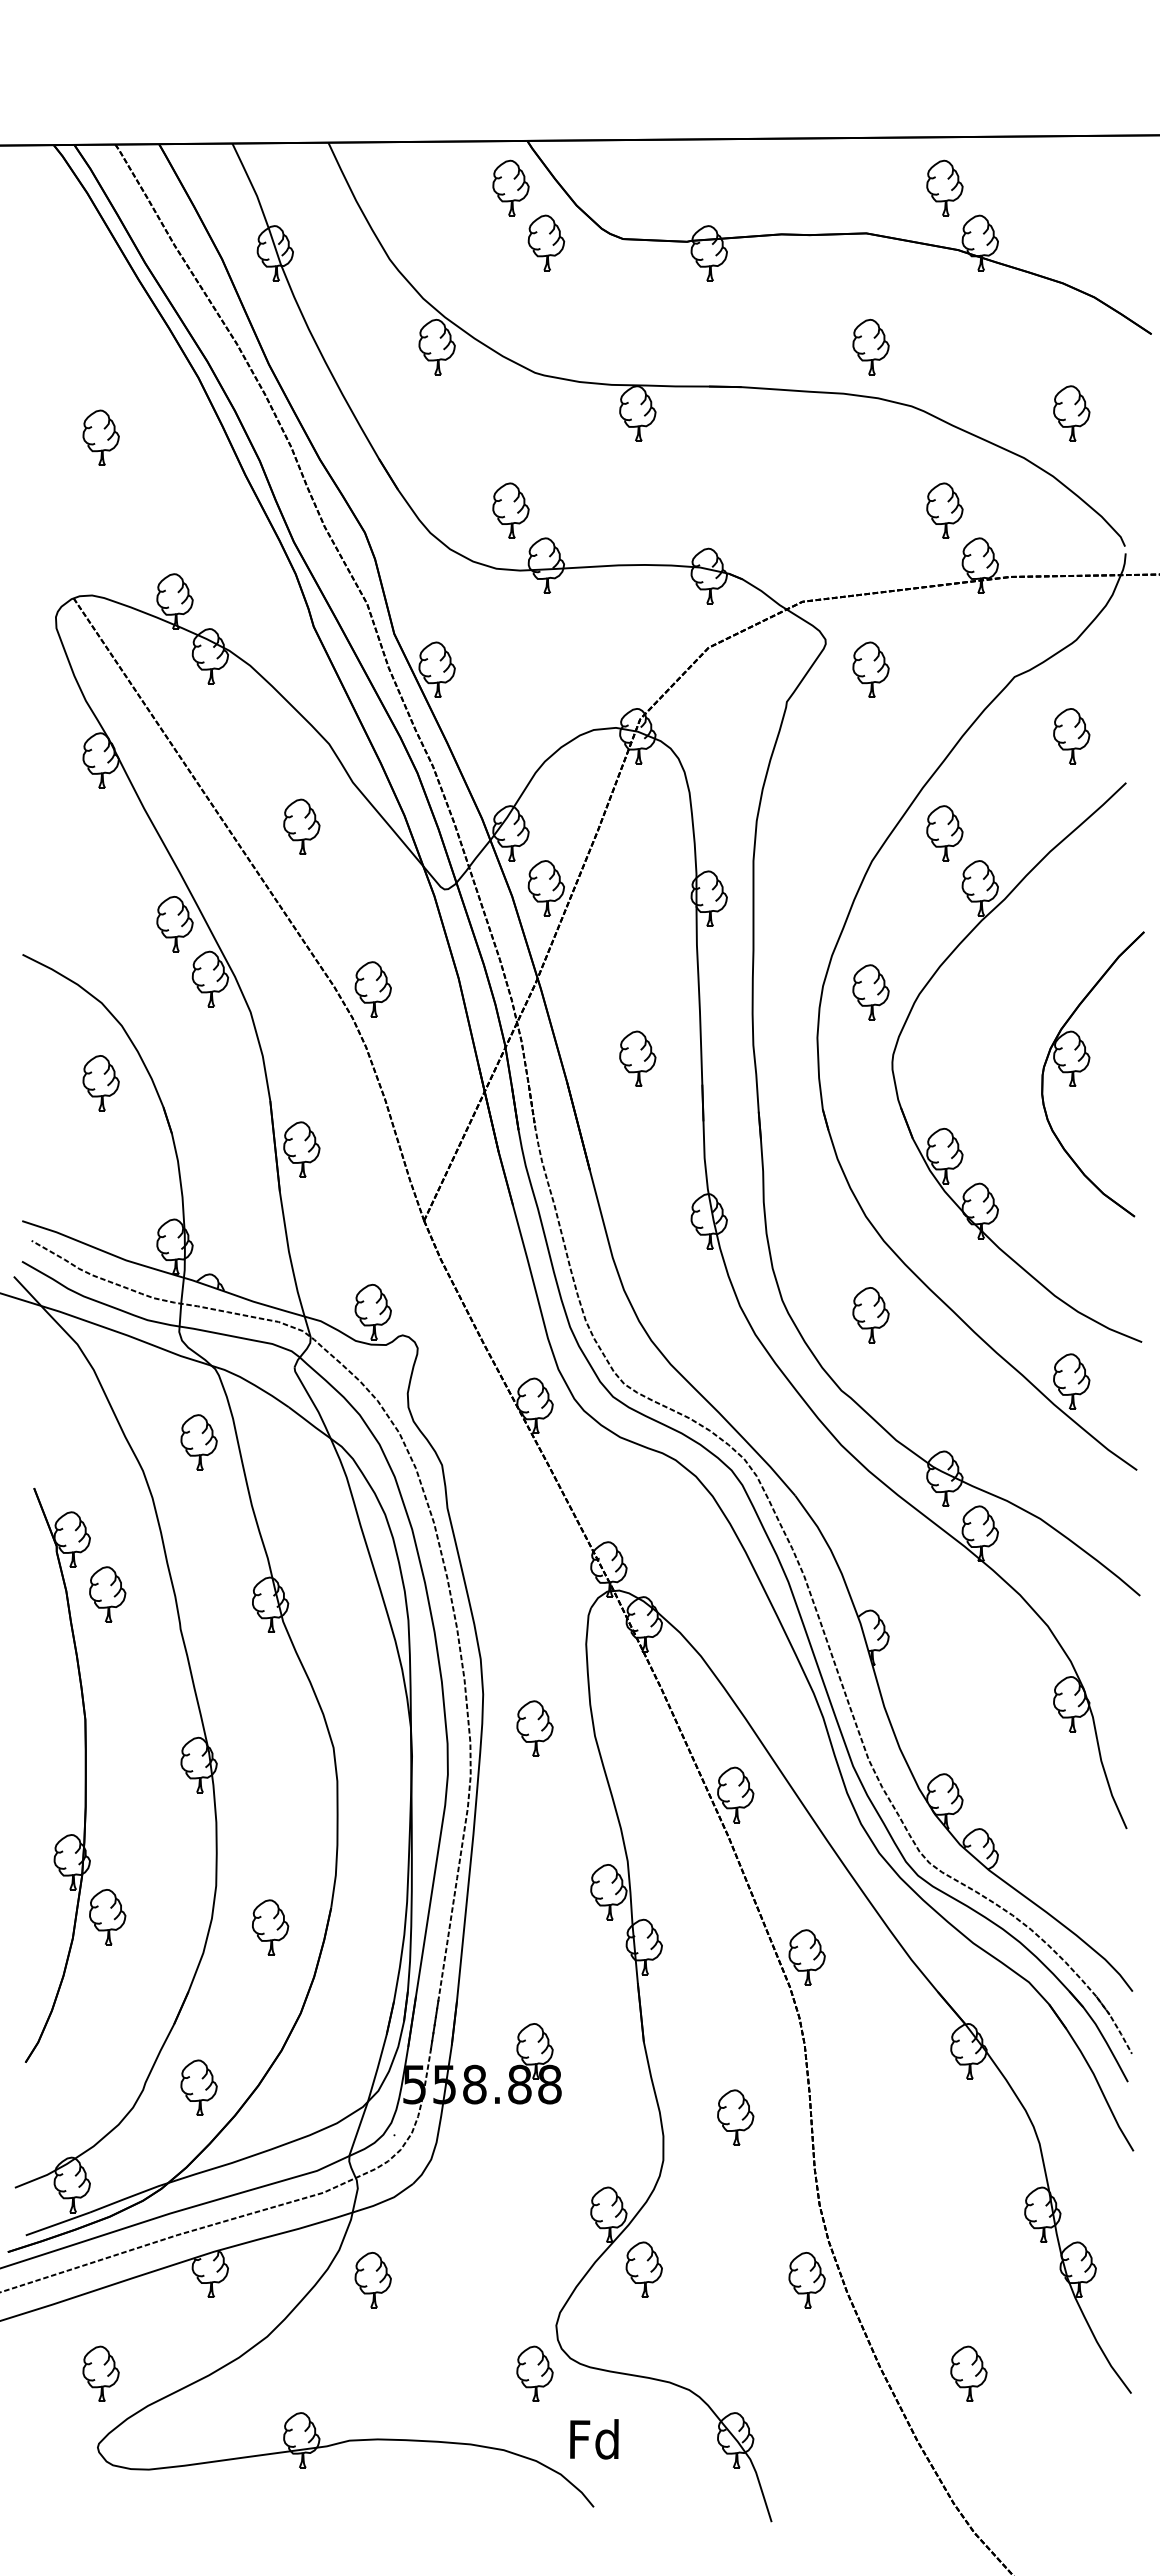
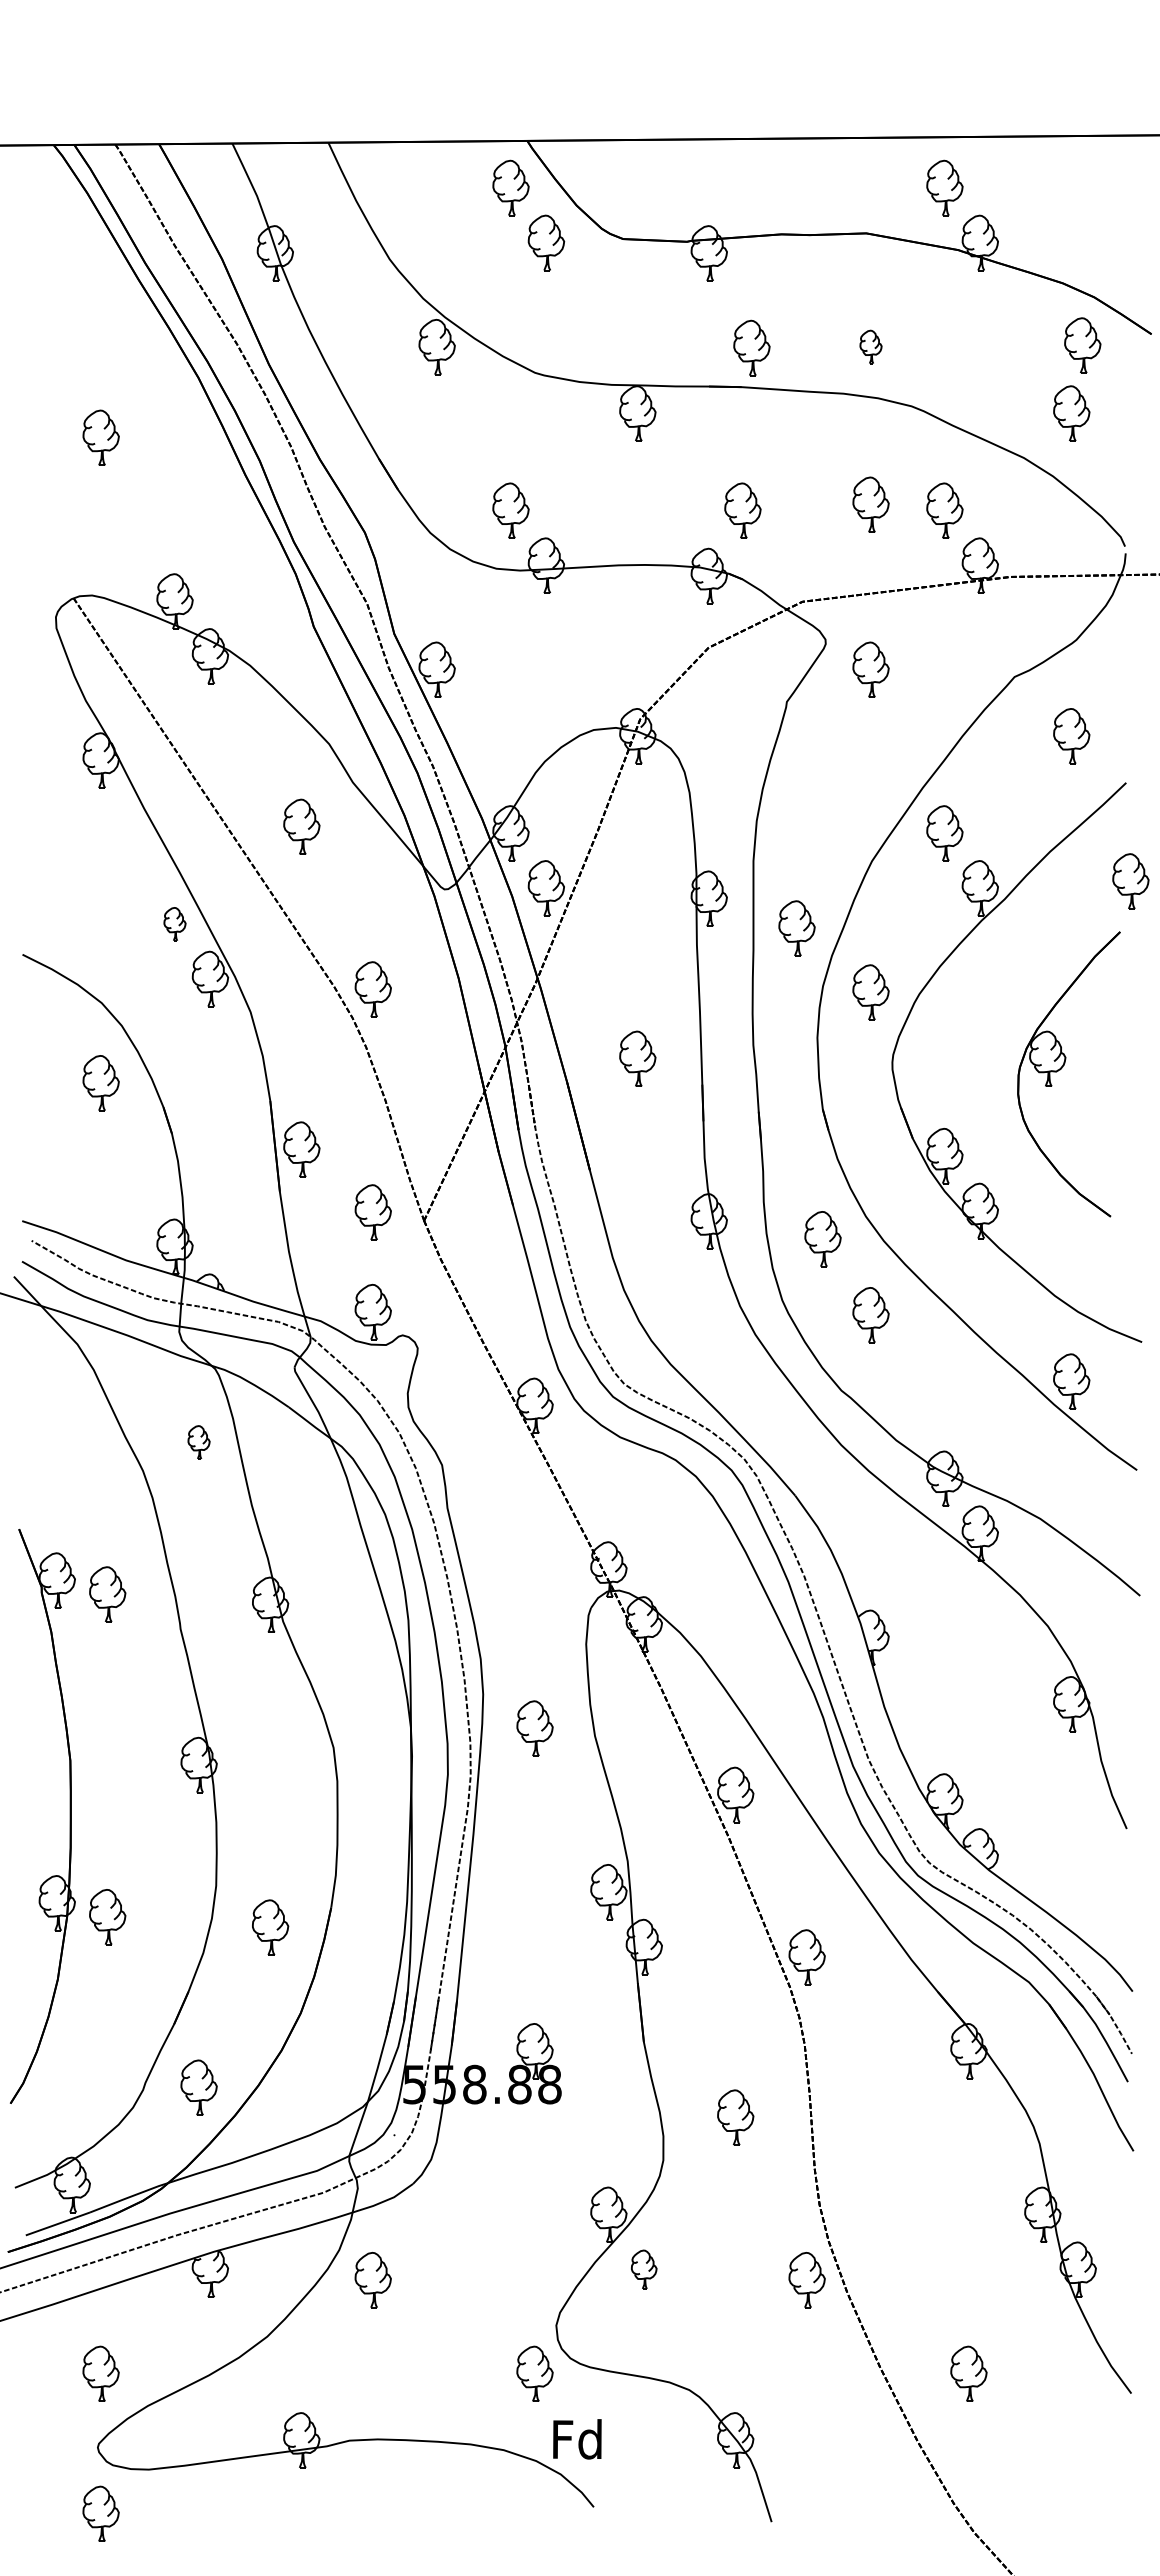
part at (1082, 345): none -> present
part at (870, 346) size: 38x58 px -> 24x36 px
part at (751, 347): none -> present
part at (870, 504): none -> present
part at (742, 510): none -> present
part at (1130, 881): none -> present
part at (174, 924) size: 38x57 px -> 24x35 px
part at (796, 928): none -> present
part at (1086, 1068) position: (1086, 1068) -> (1062, 1068)
part at (372, 1212): none -> present
part at (822, 1239): none -> present
part at (198, 1442) size: 38x57 px -> 24x35 px
part at (84, 1774) position: (84, 1774) -> (69, 1815)
part at (643, 2269) size: 38x57 px -> 27x41 px
text at (594, 2439) position: (594, 2439) -> (577, 2439)
part at (100, 2513): none -> present
